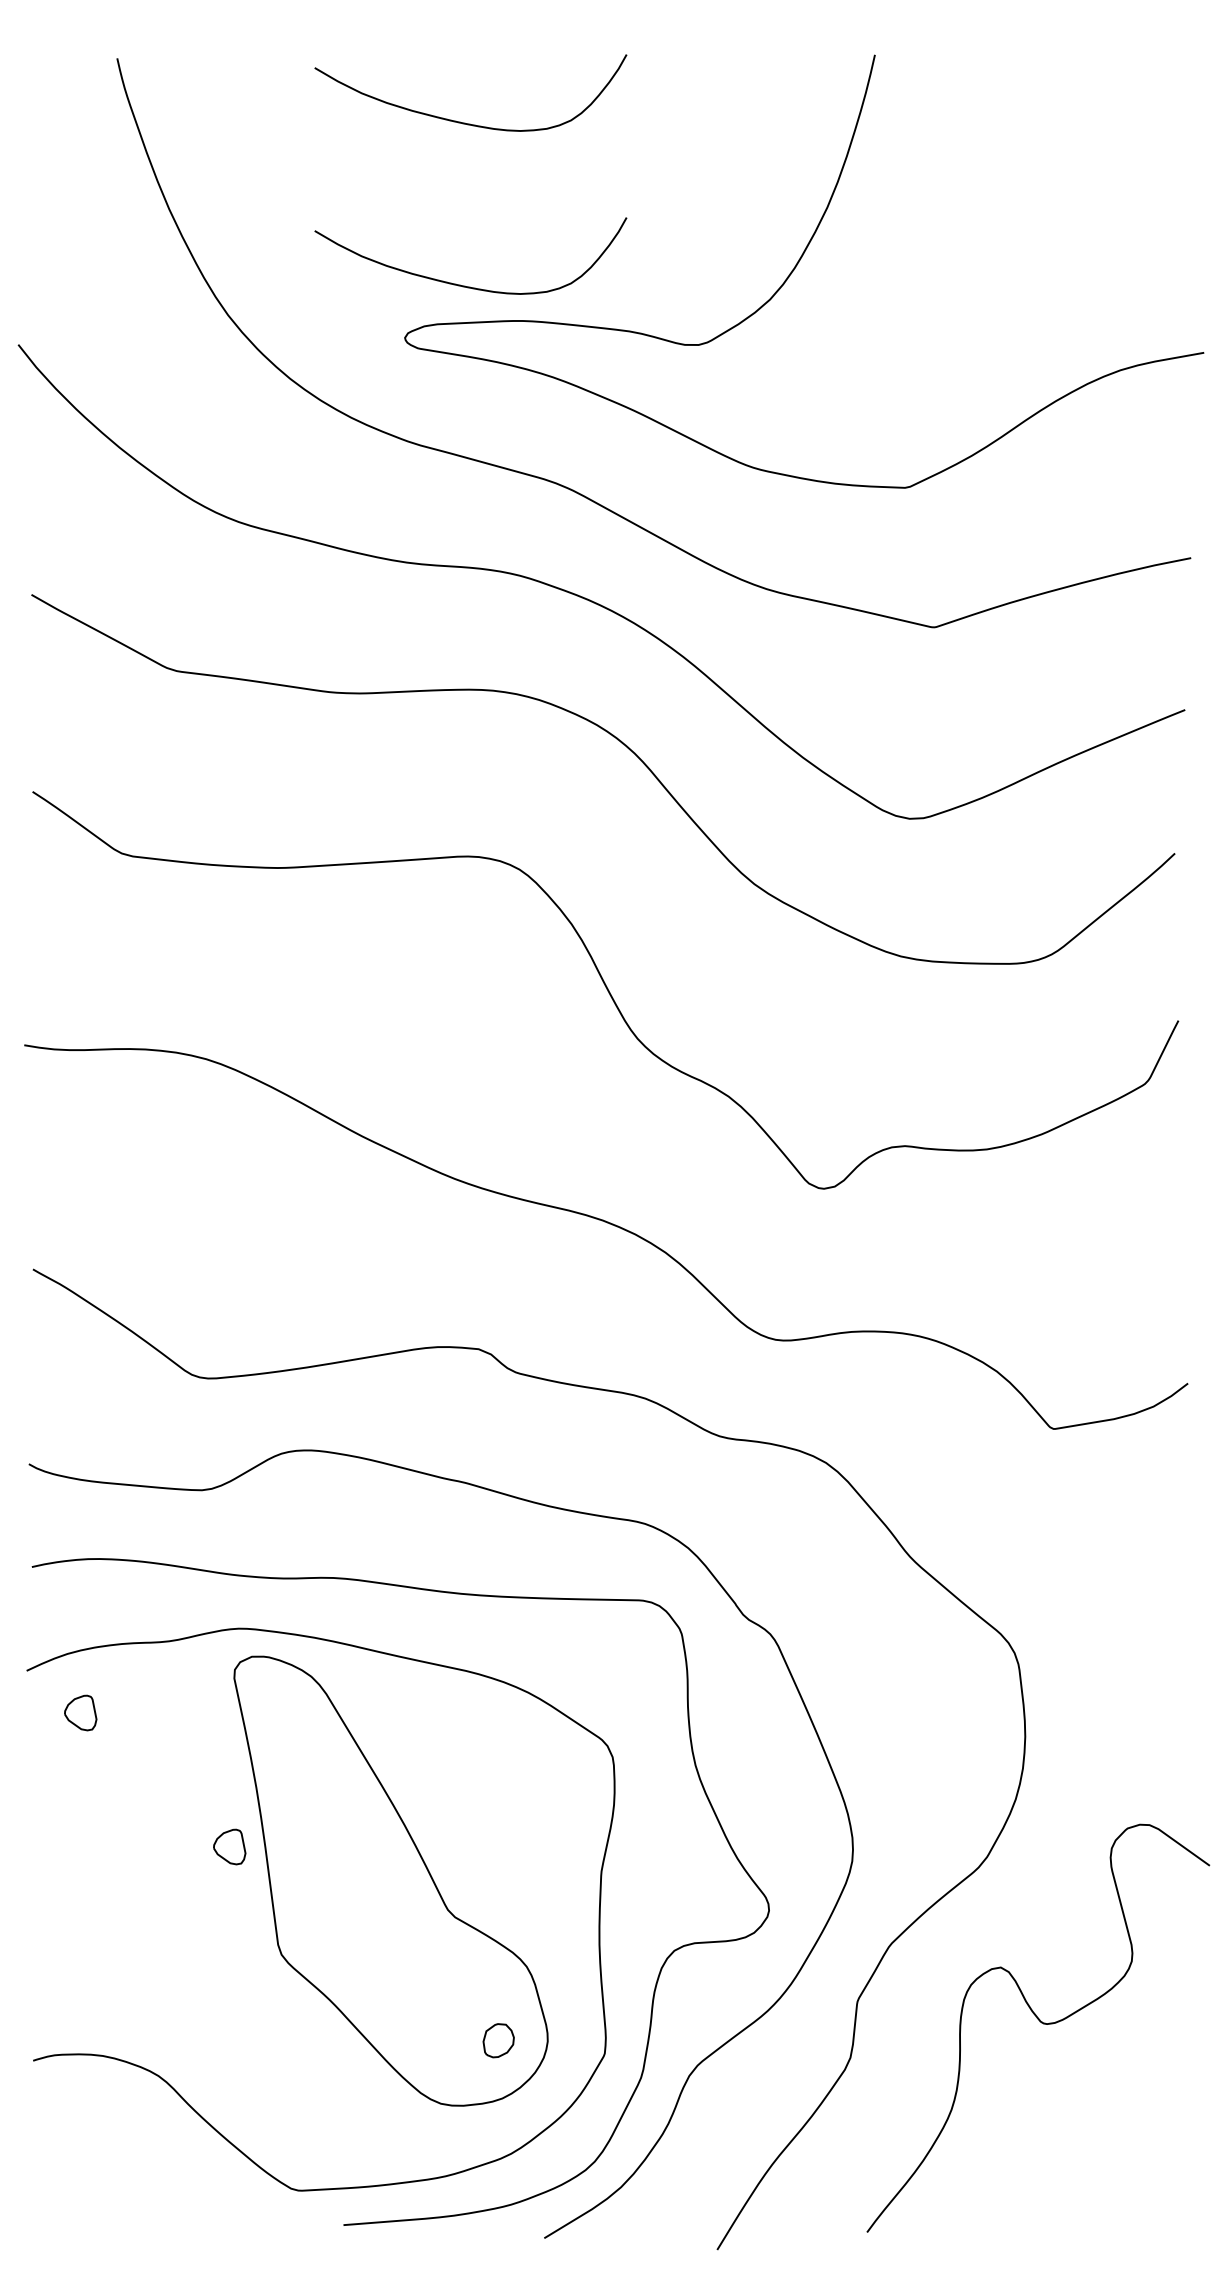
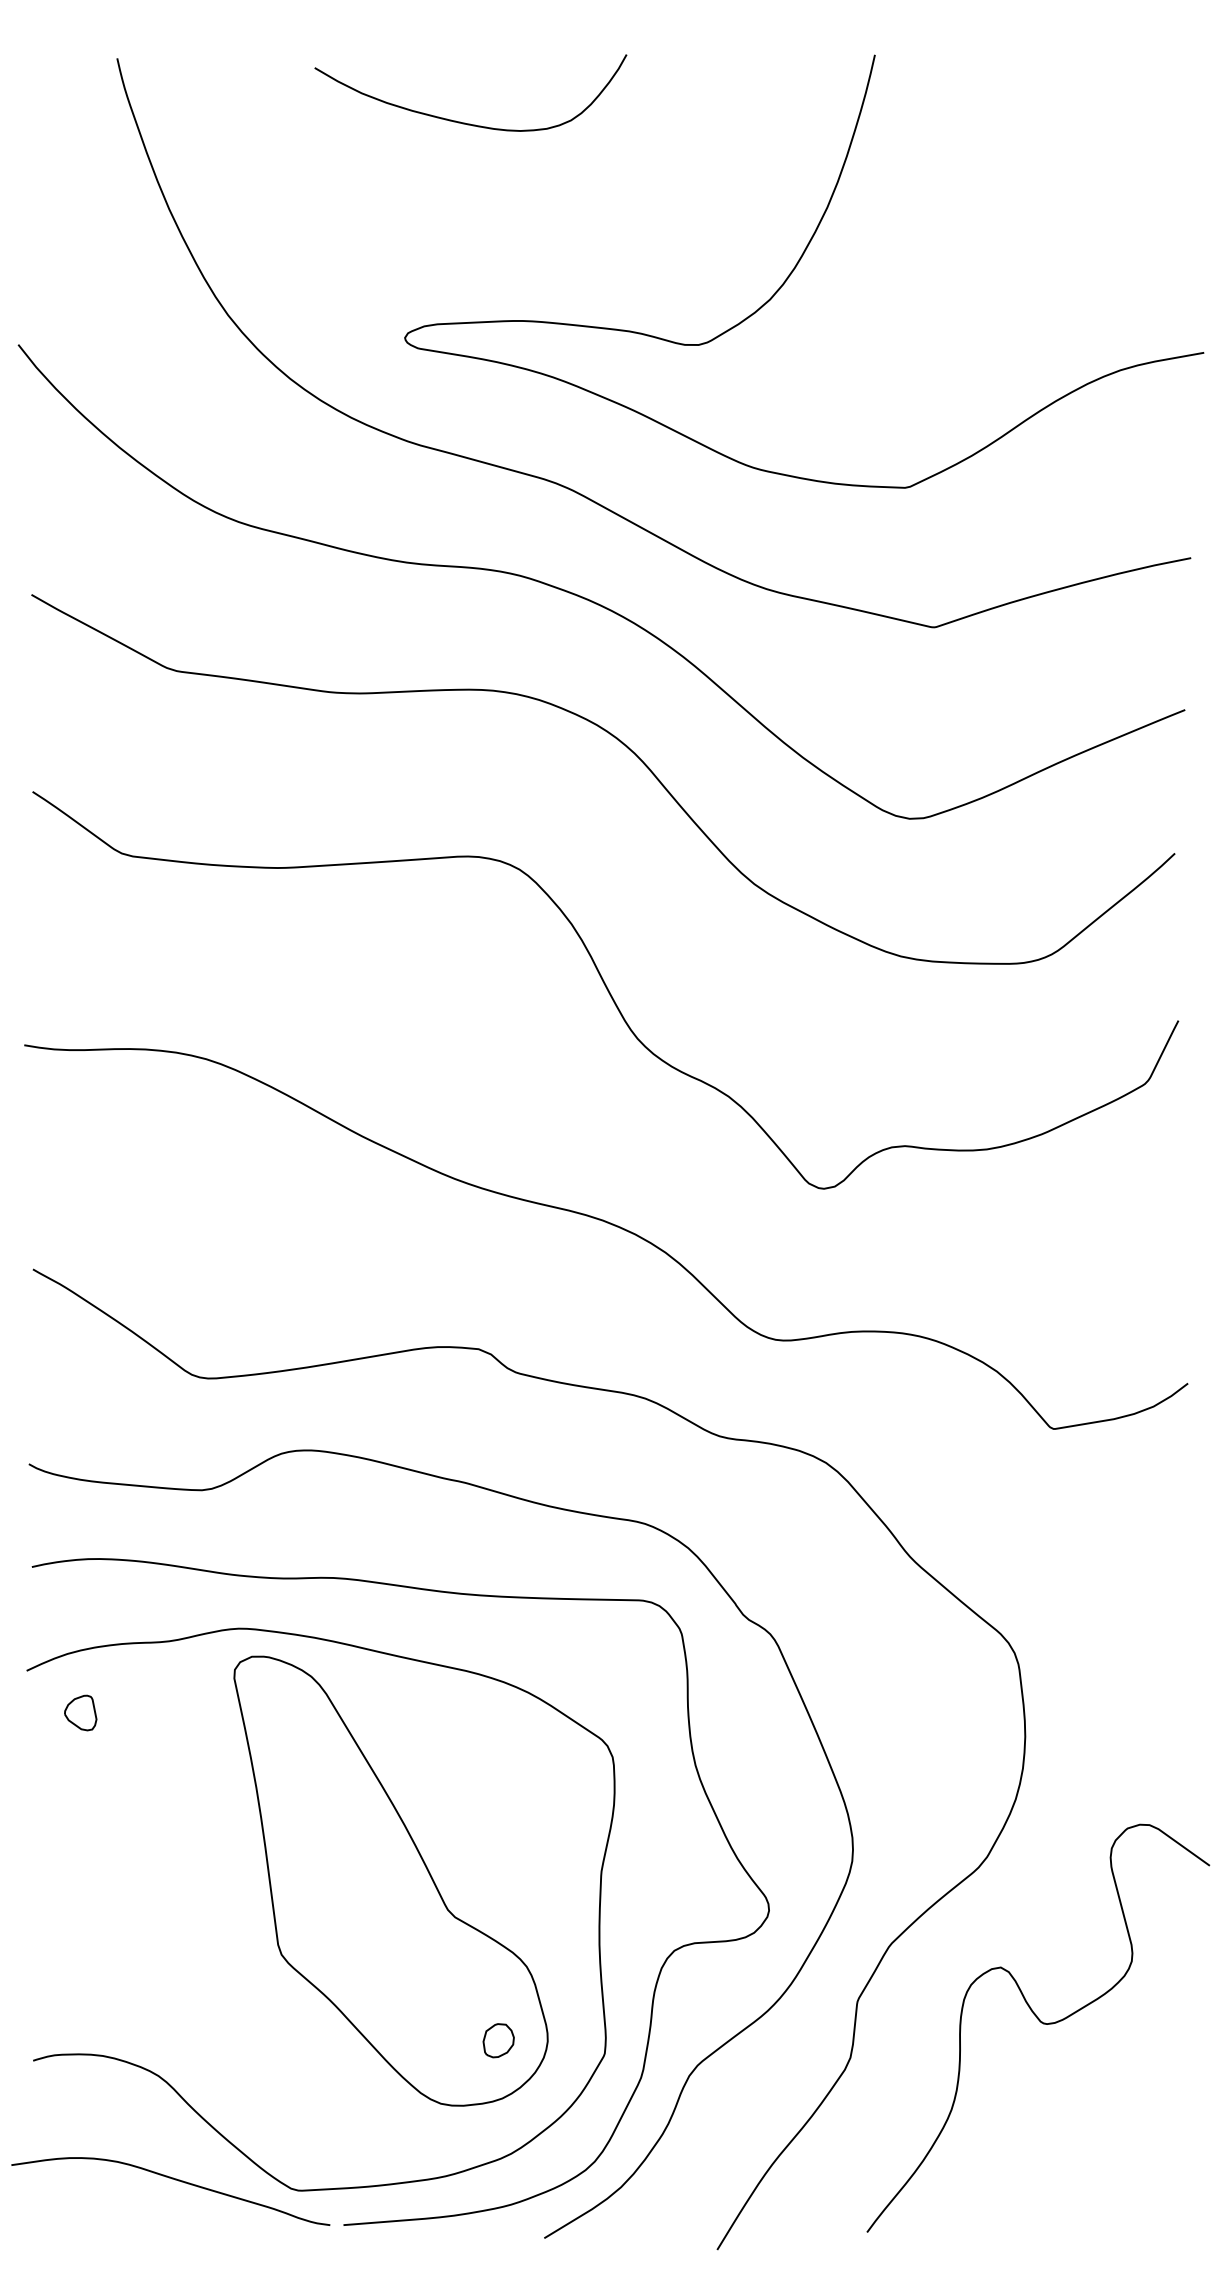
curve at (465, 285): present -> none
part at (229, 1846): present -> none
curve at (175, 2180): none -> present
